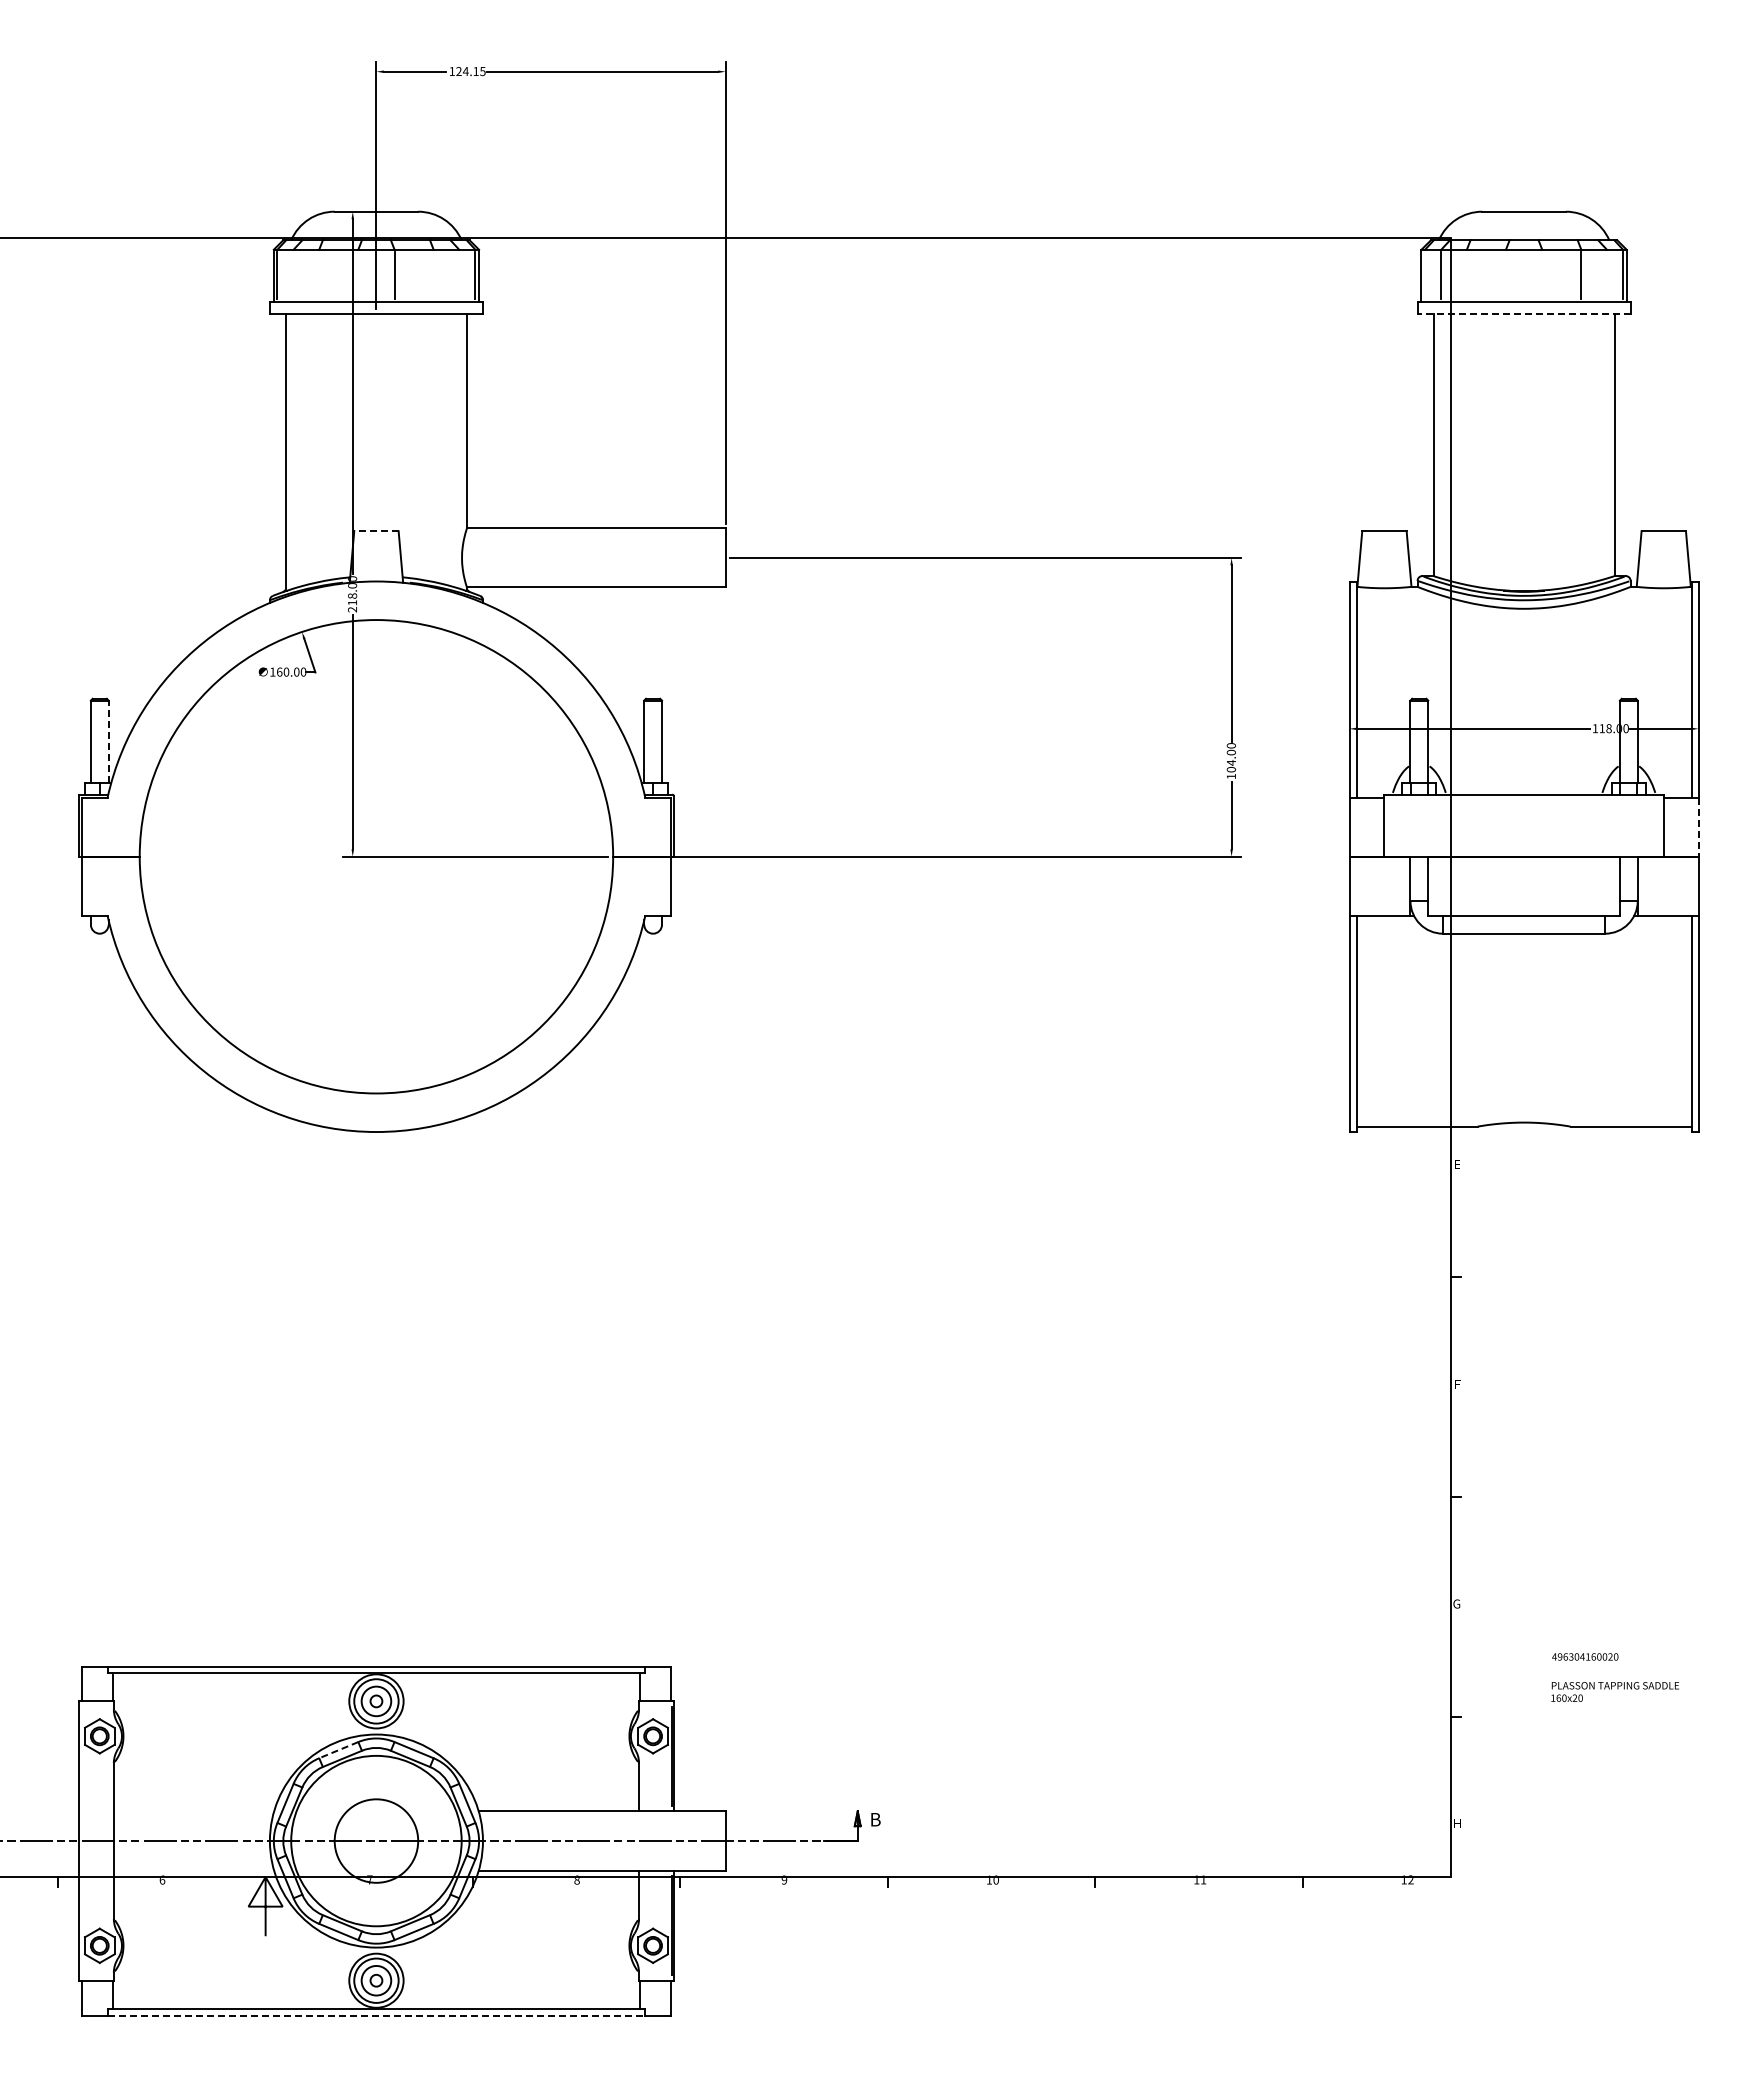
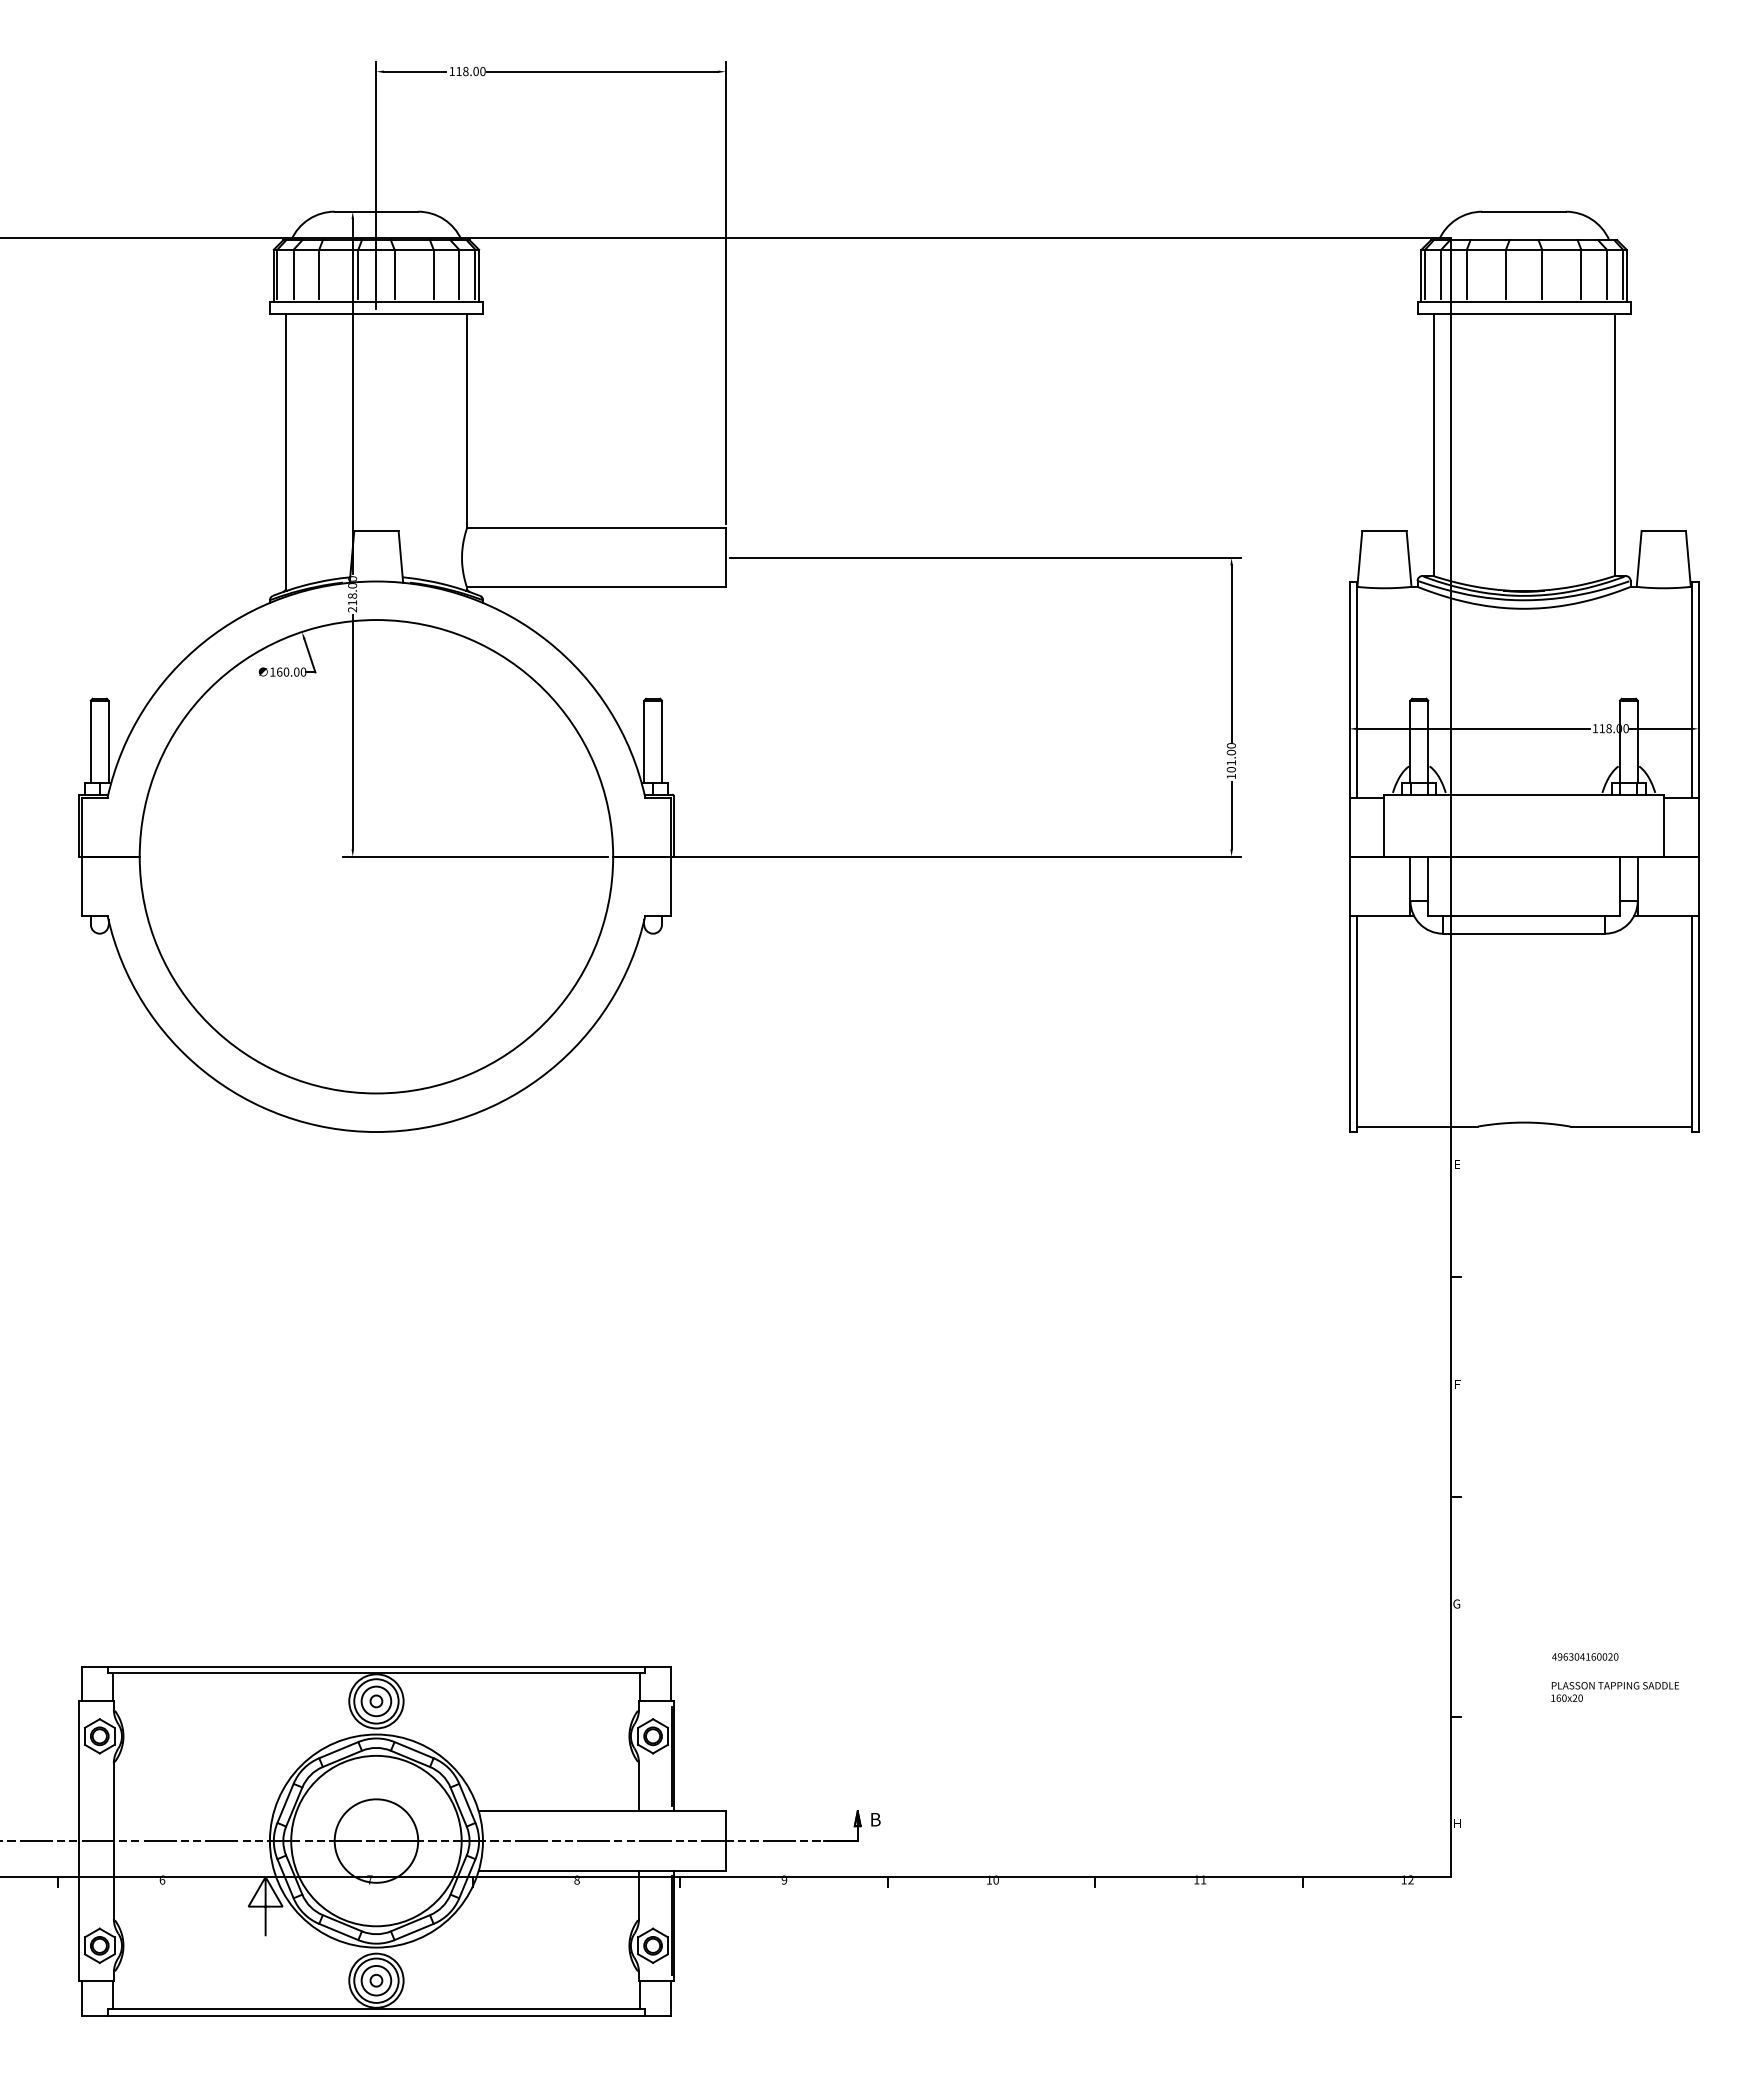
text at (470, 71): 124.15 -> 118.00
line at (293, 275): none -> present
line at (319, 275): none -> present
line at (358, 275): none -> present
line at (433, 275): none -> present
line at (459, 275): none -> present
line at (1425, 275): none -> present
line at (1466, 275): none -> present
line at (1505, 275): none -> present
line at (1542, 275): none -> present
line at (1606, 275): none -> present
line at (1524, 313): dashed -> solid
line at (375, 531): dashed -> solid
line at (108, 741): dashed -> solid
text at (1231, 762): 104.00 -> 101.00
line at (1698, 827): dashed -> solid
line at (338, 1750): dashed -> solid
line at (376, 2015): dashed -> solid
